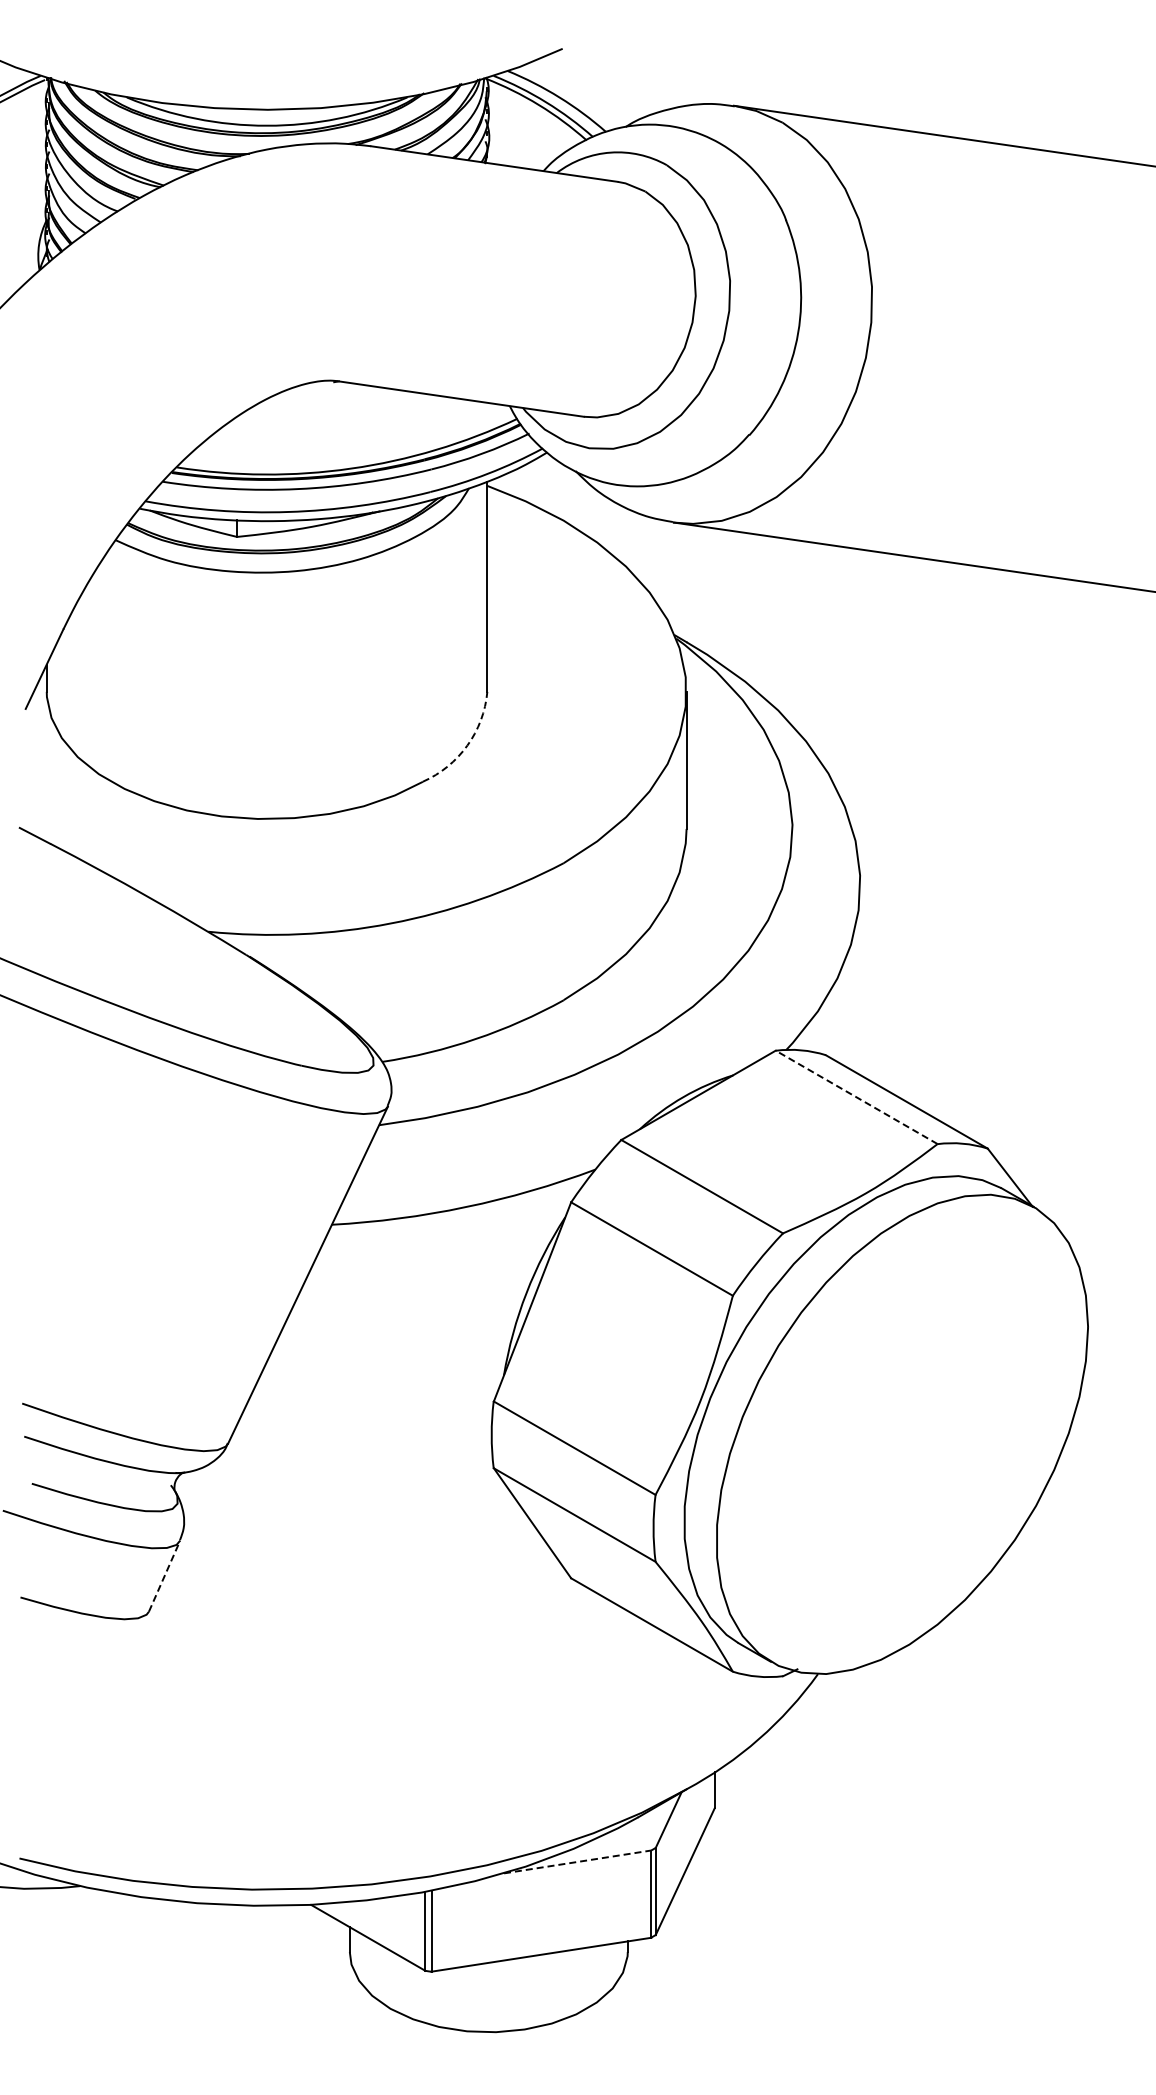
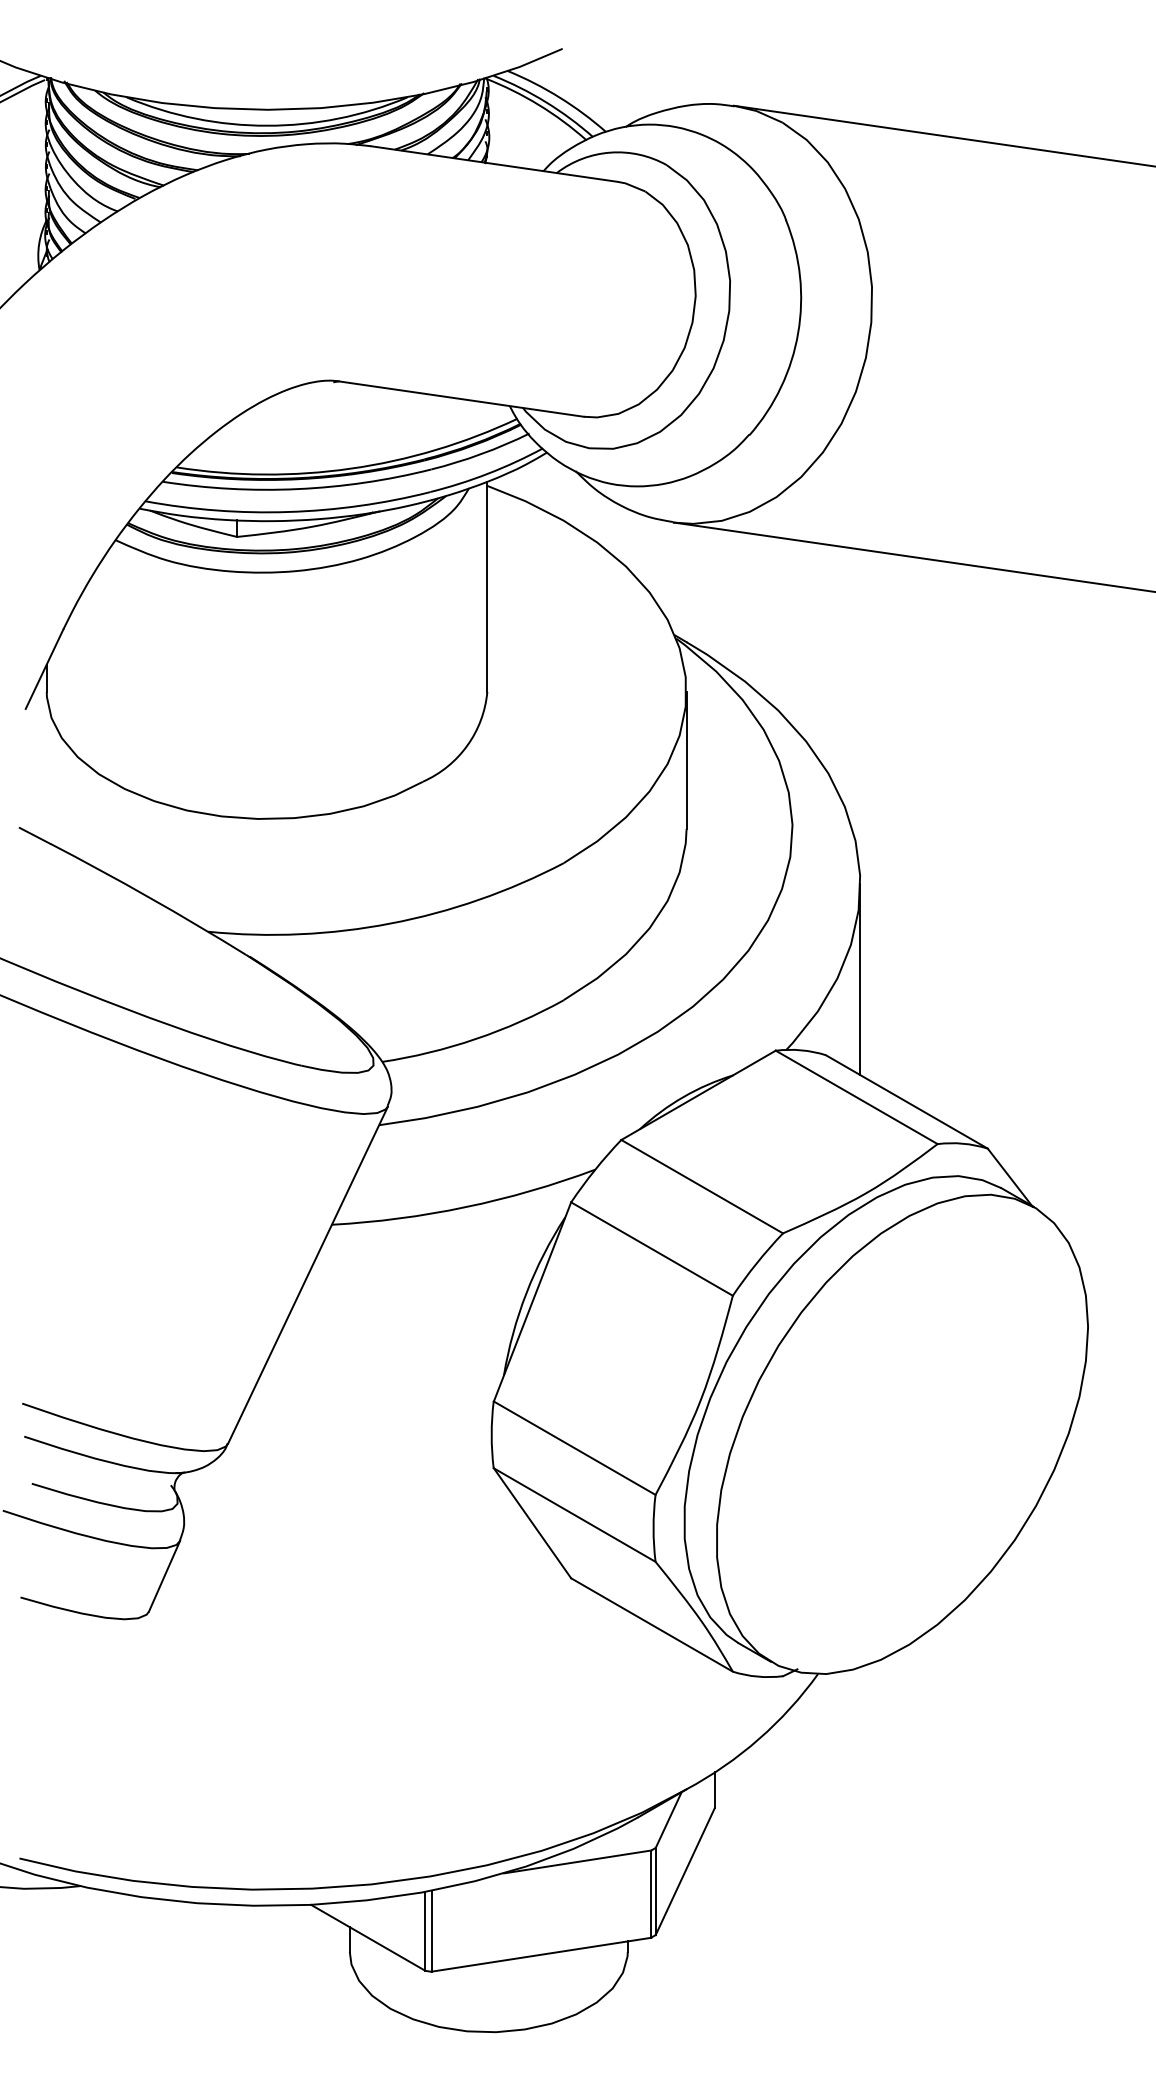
arc at (467, 745): dashed -> solid
line at (860, 979): none -> present
line at (856, 1097): dashed -> solid
line at (164, 1576): dashed -> solid
line at (577, 1861): dashed -> solid
